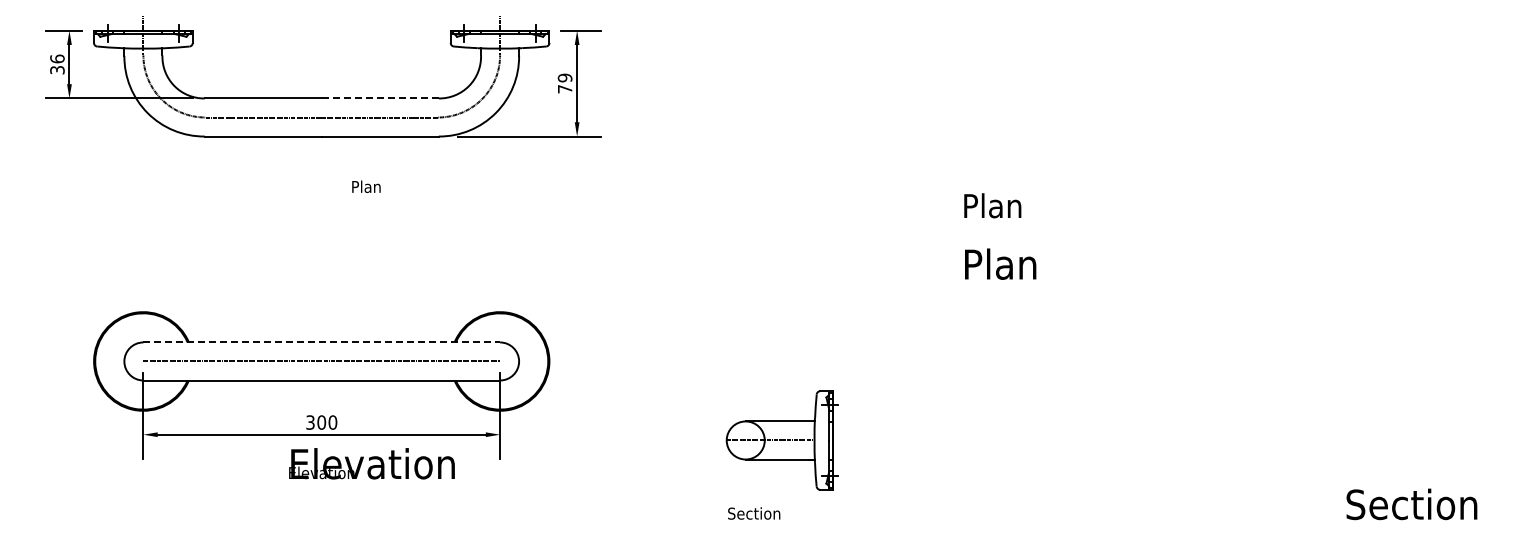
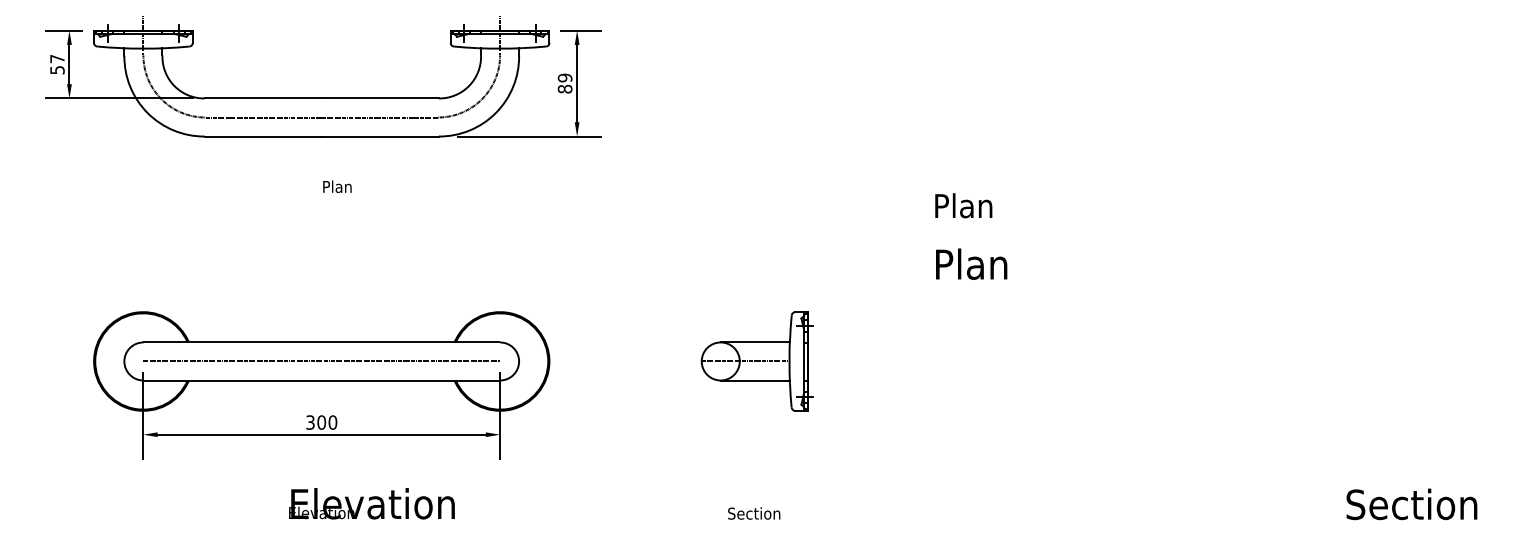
text at (57, 63): 36 -> 57
text at (564, 88): 79 -> 89
line at (380, 98): dashed -> solid
text at (694, 229) position: (694, 229) -> (665, 229)
line at (321, 342): dashed -> solid
part at (781, 440) position: (781, 440) -> (756, 361)
text at (371, 463) position: (371, 463) -> (371, 503)
